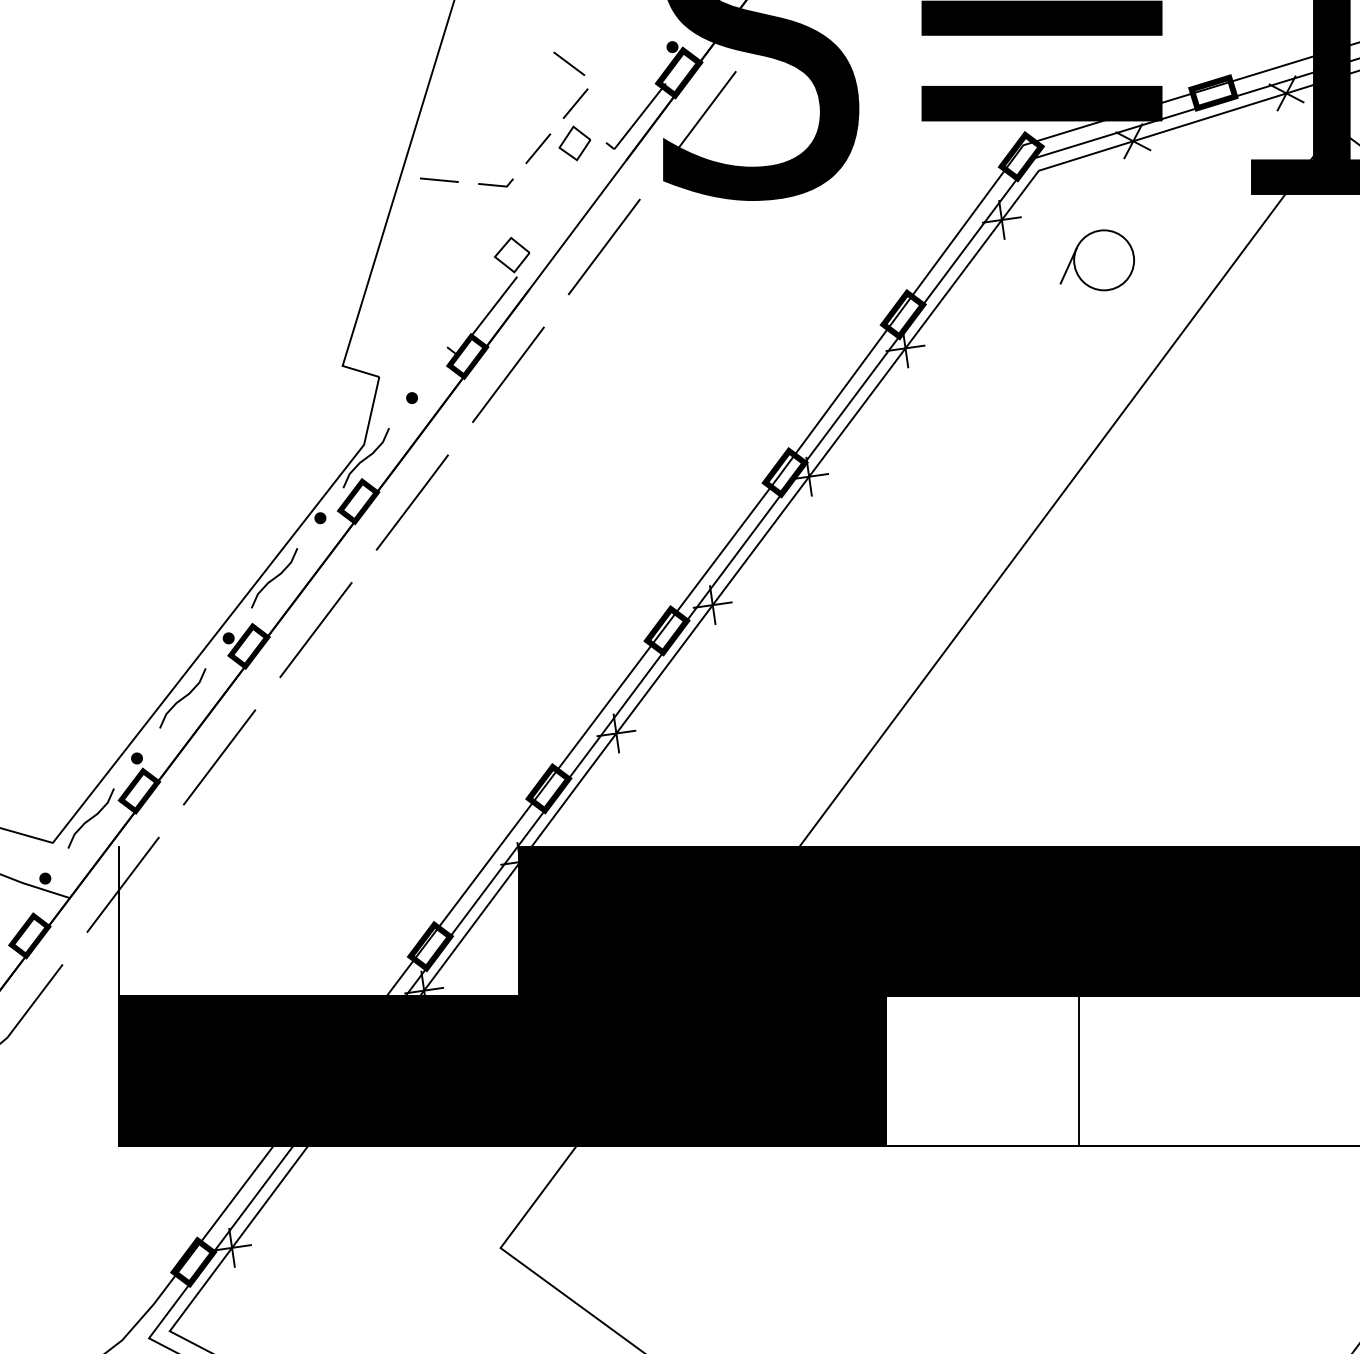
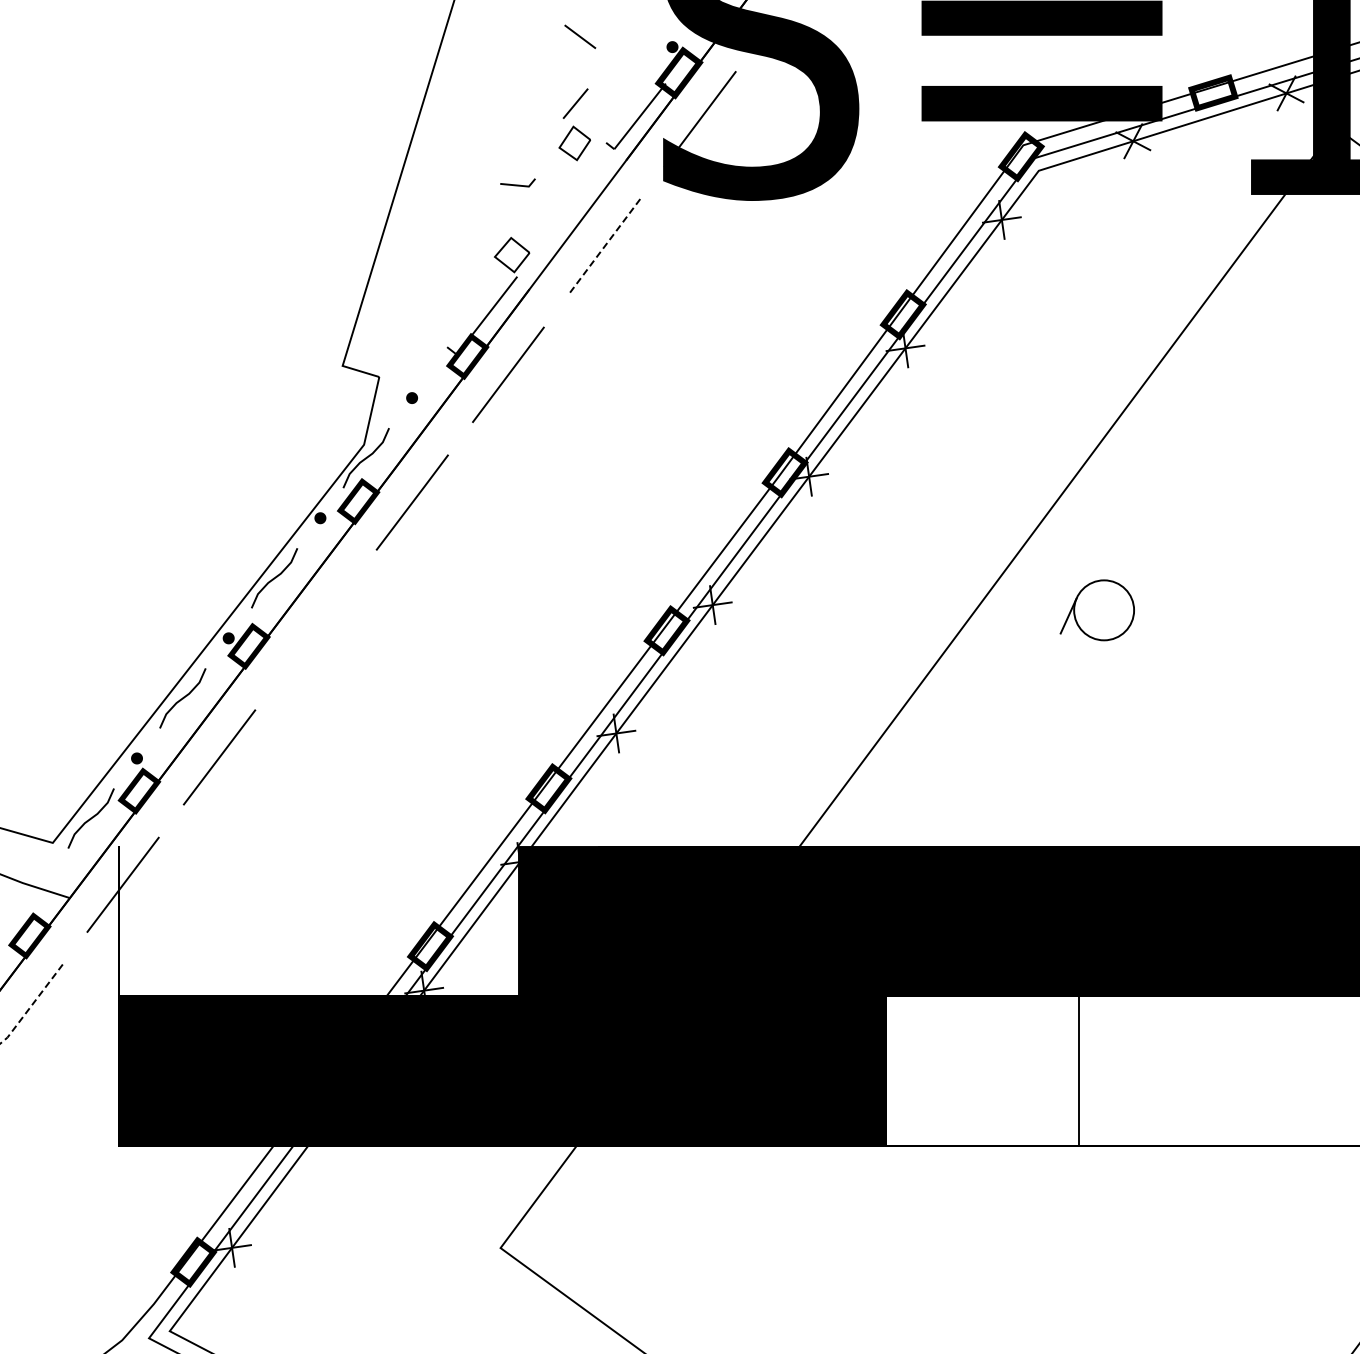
line at (569, 63) position: (569, 63) -> (580, 36)
line at (538, 148): present -> none
line at (439, 179): present -> none
line at (495, 184) position: (495, 184) -> (517, 184)
line at (604, 247): solid -> dashed
part at (1096, 260) position: (1096, 260) -> (1096, 610)
line at (315, 630): present -> none
fill at (45, 878): present -> none
line at (31, 1005): solid -> dashed
